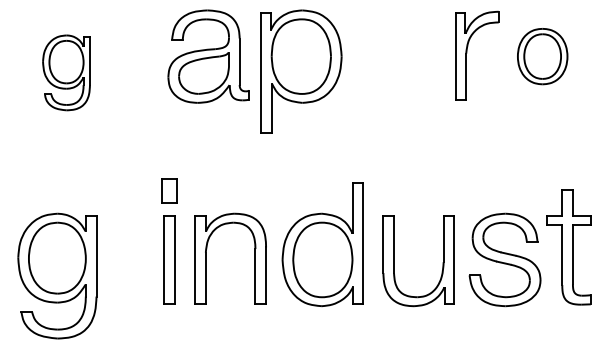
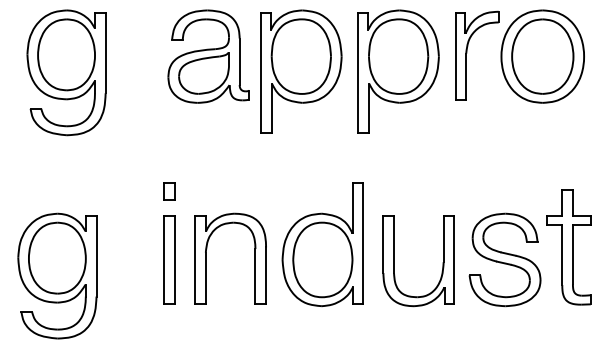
part at (542, 56) size: 52x58 px -> 85x95 px
part at (398, 71): none -> present
part at (66, 72) size: 49x78 px -> 81x128 px
part at (169, 190) size: 17x26 px -> 13x19 px
